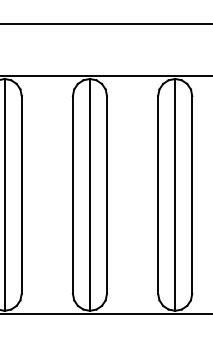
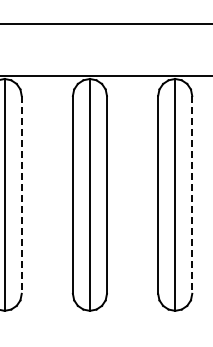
line at (21, 194): solid -> dashed
line at (192, 194): solid -> dashed
line at (105, 314): present -> none
